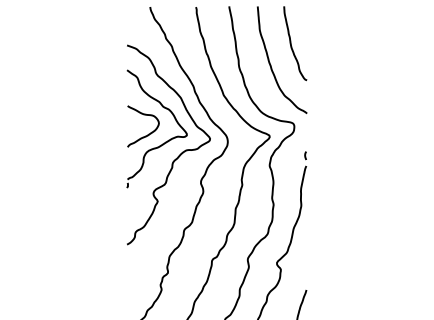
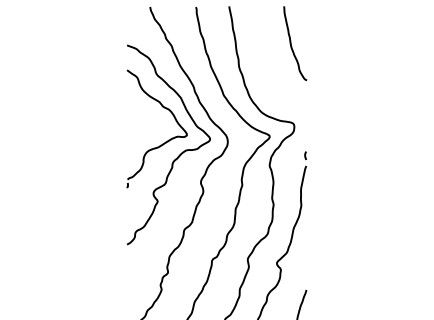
curve at (271, 64): present -> none
curve at (148, 133): present -> none
